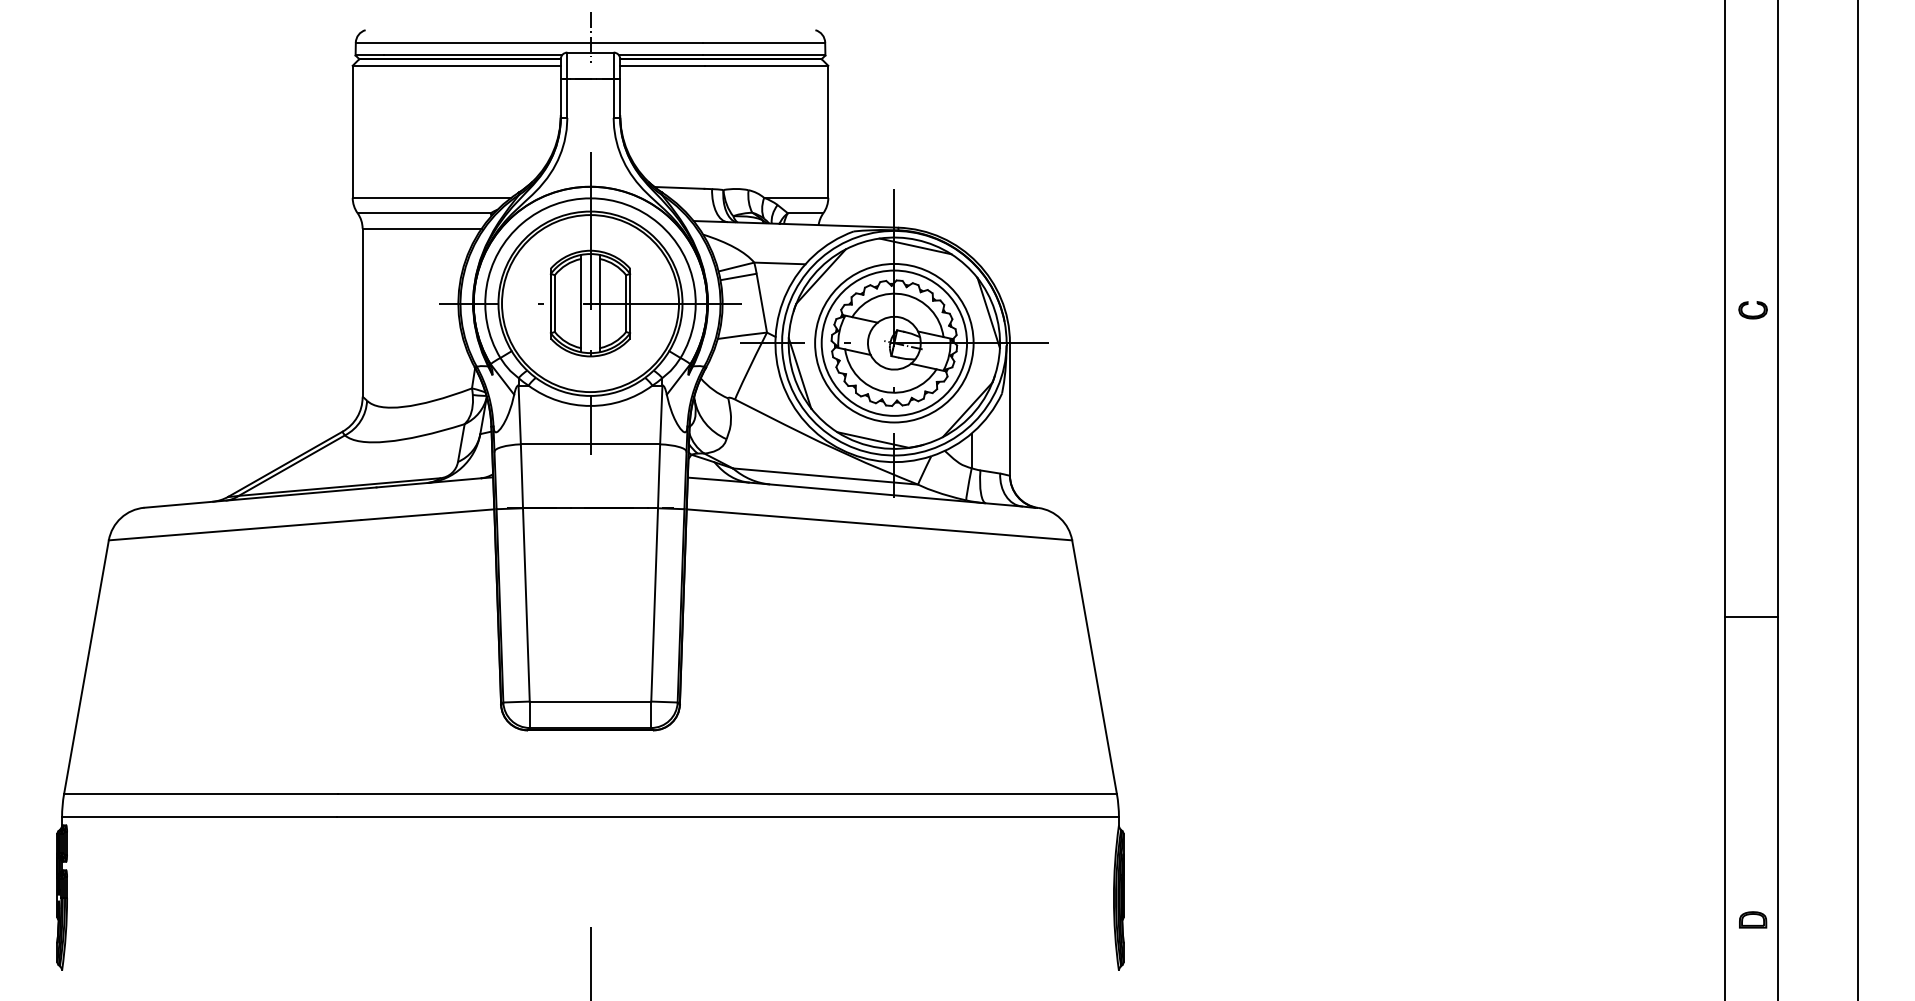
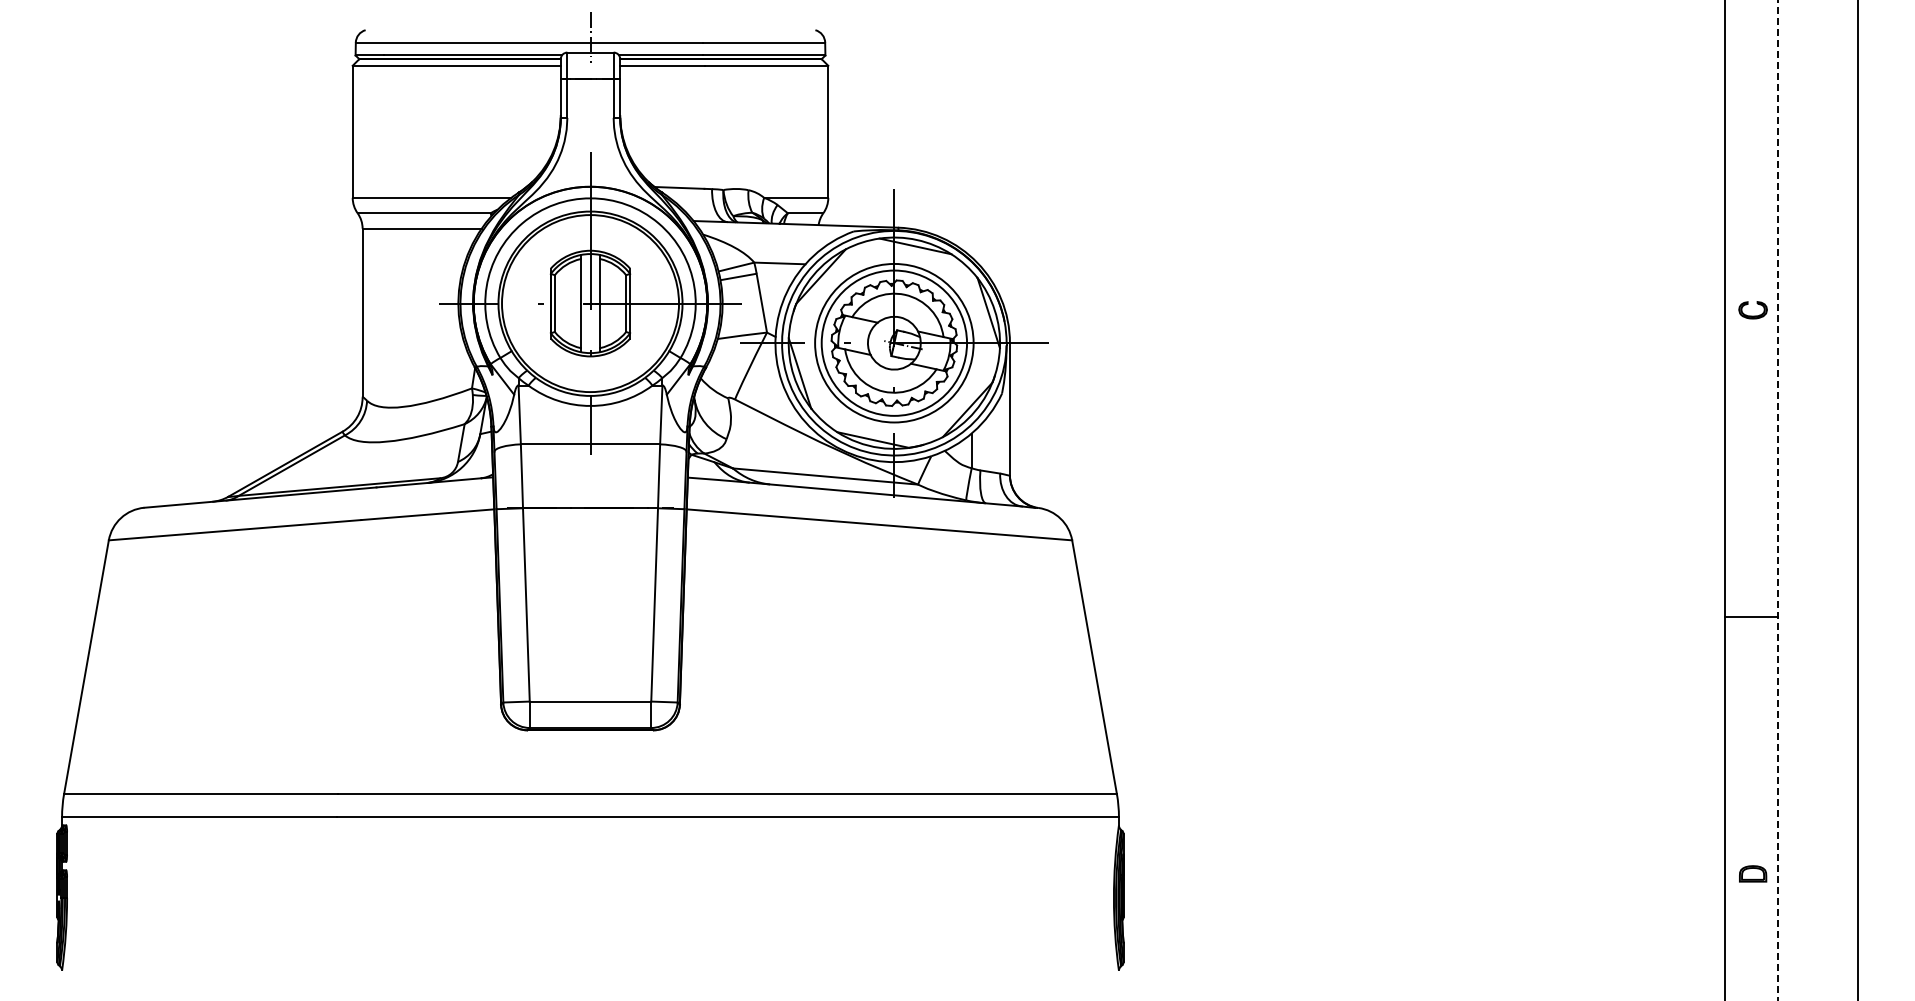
line at (1778, 500): solid -> dashed
part at (1753, 919) position: (1753, 919) -> (1753, 873)
line at (590, 961): present -> none
